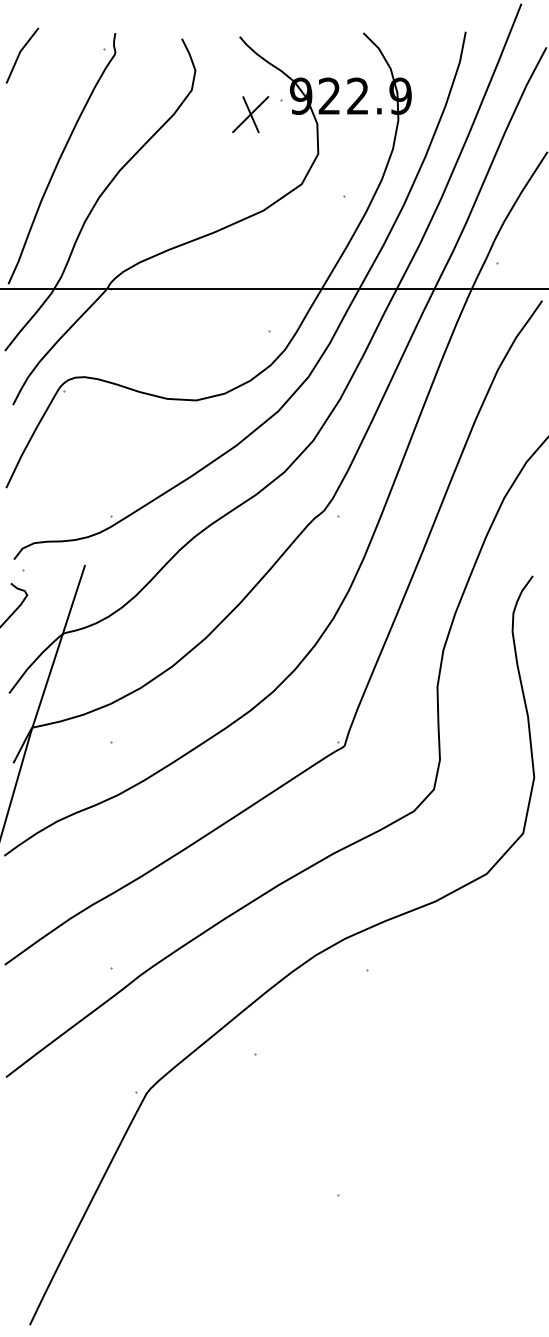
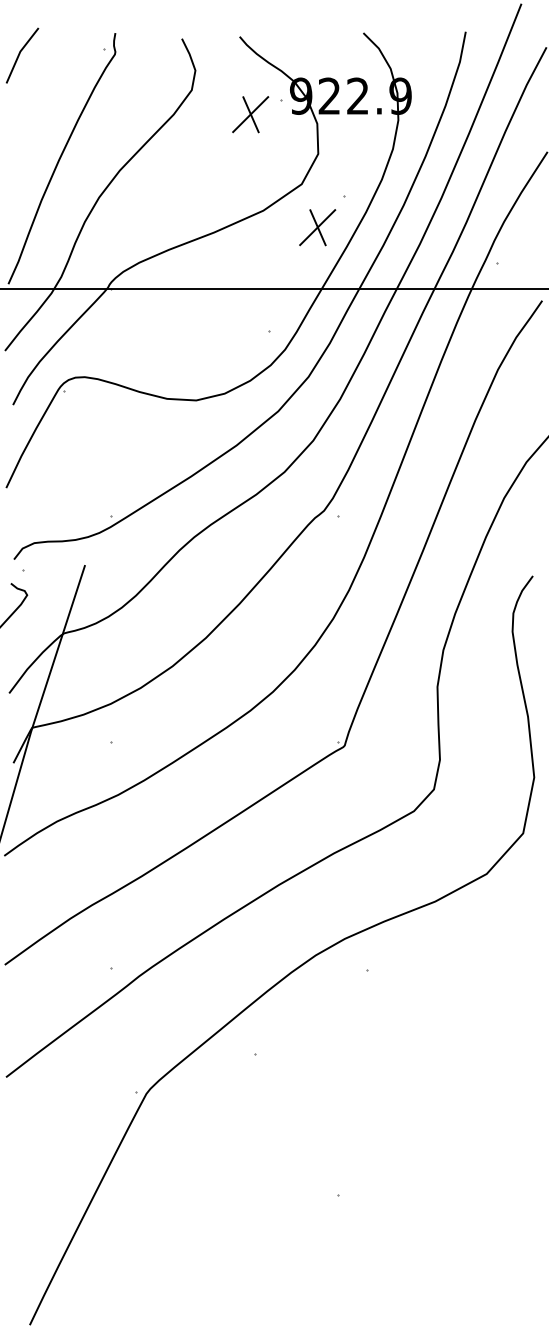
part at (317, 227): none -> present
